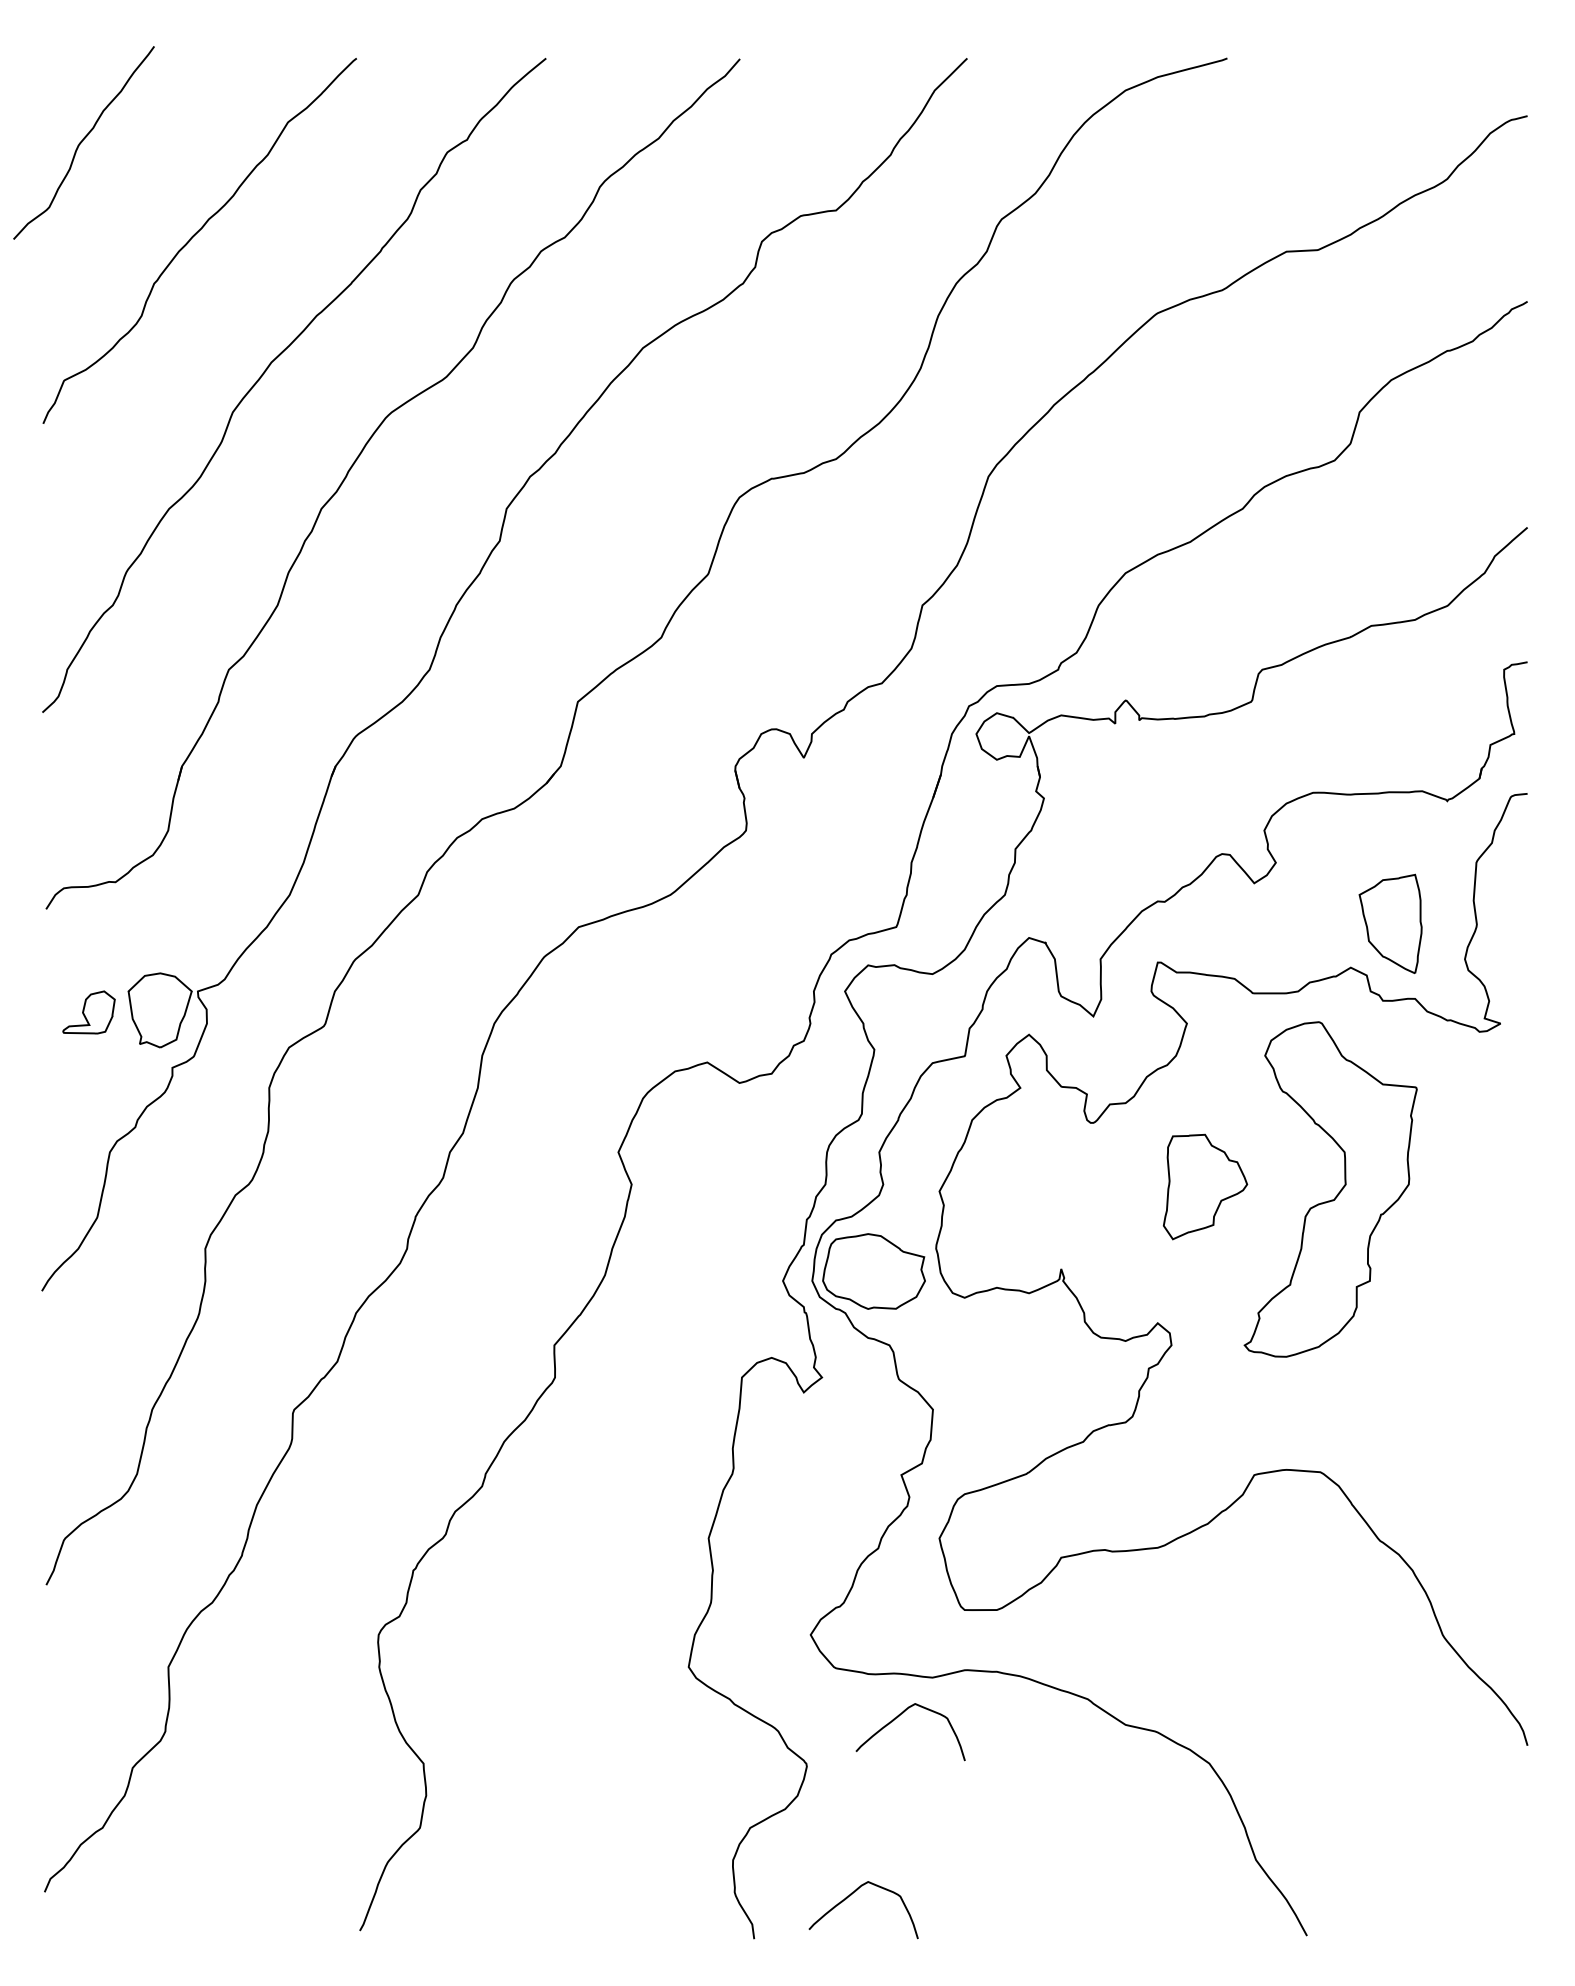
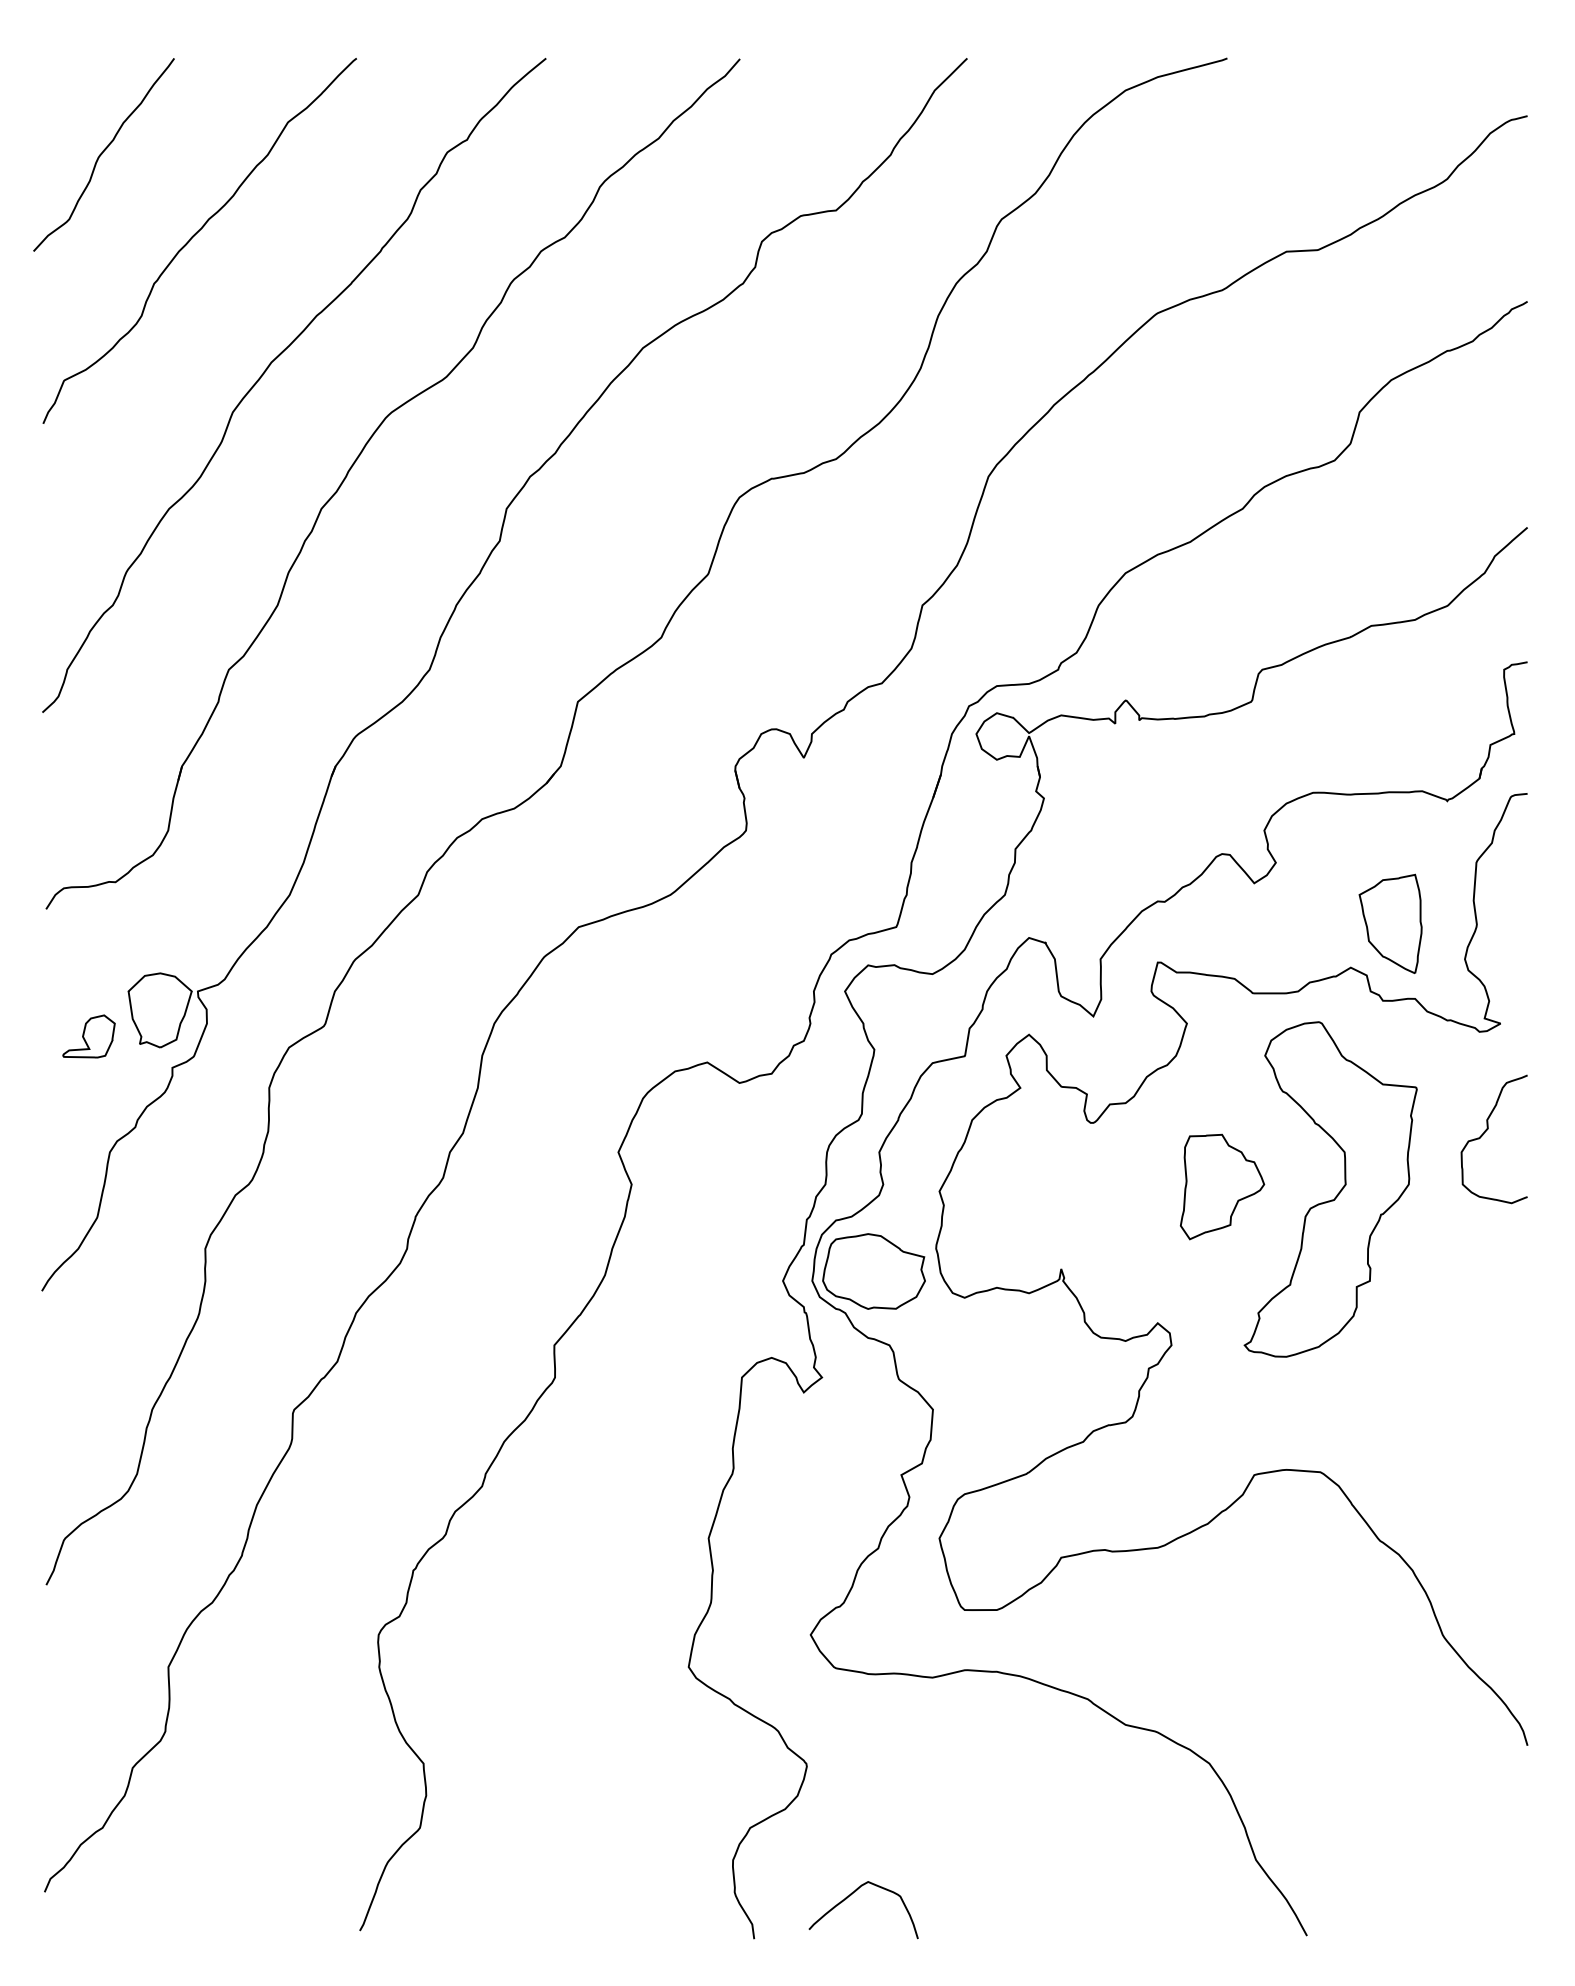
curve at (82, 142) position: (82, 142) -> (102, 154)
part at (88, 1012) position: (88, 1012) -> (88, 1036)
curve at (1486, 1131): none -> present
part at (1205, 1186) position: (1205, 1186) -> (1222, 1186)
curve at (897, 1718): present -> none
